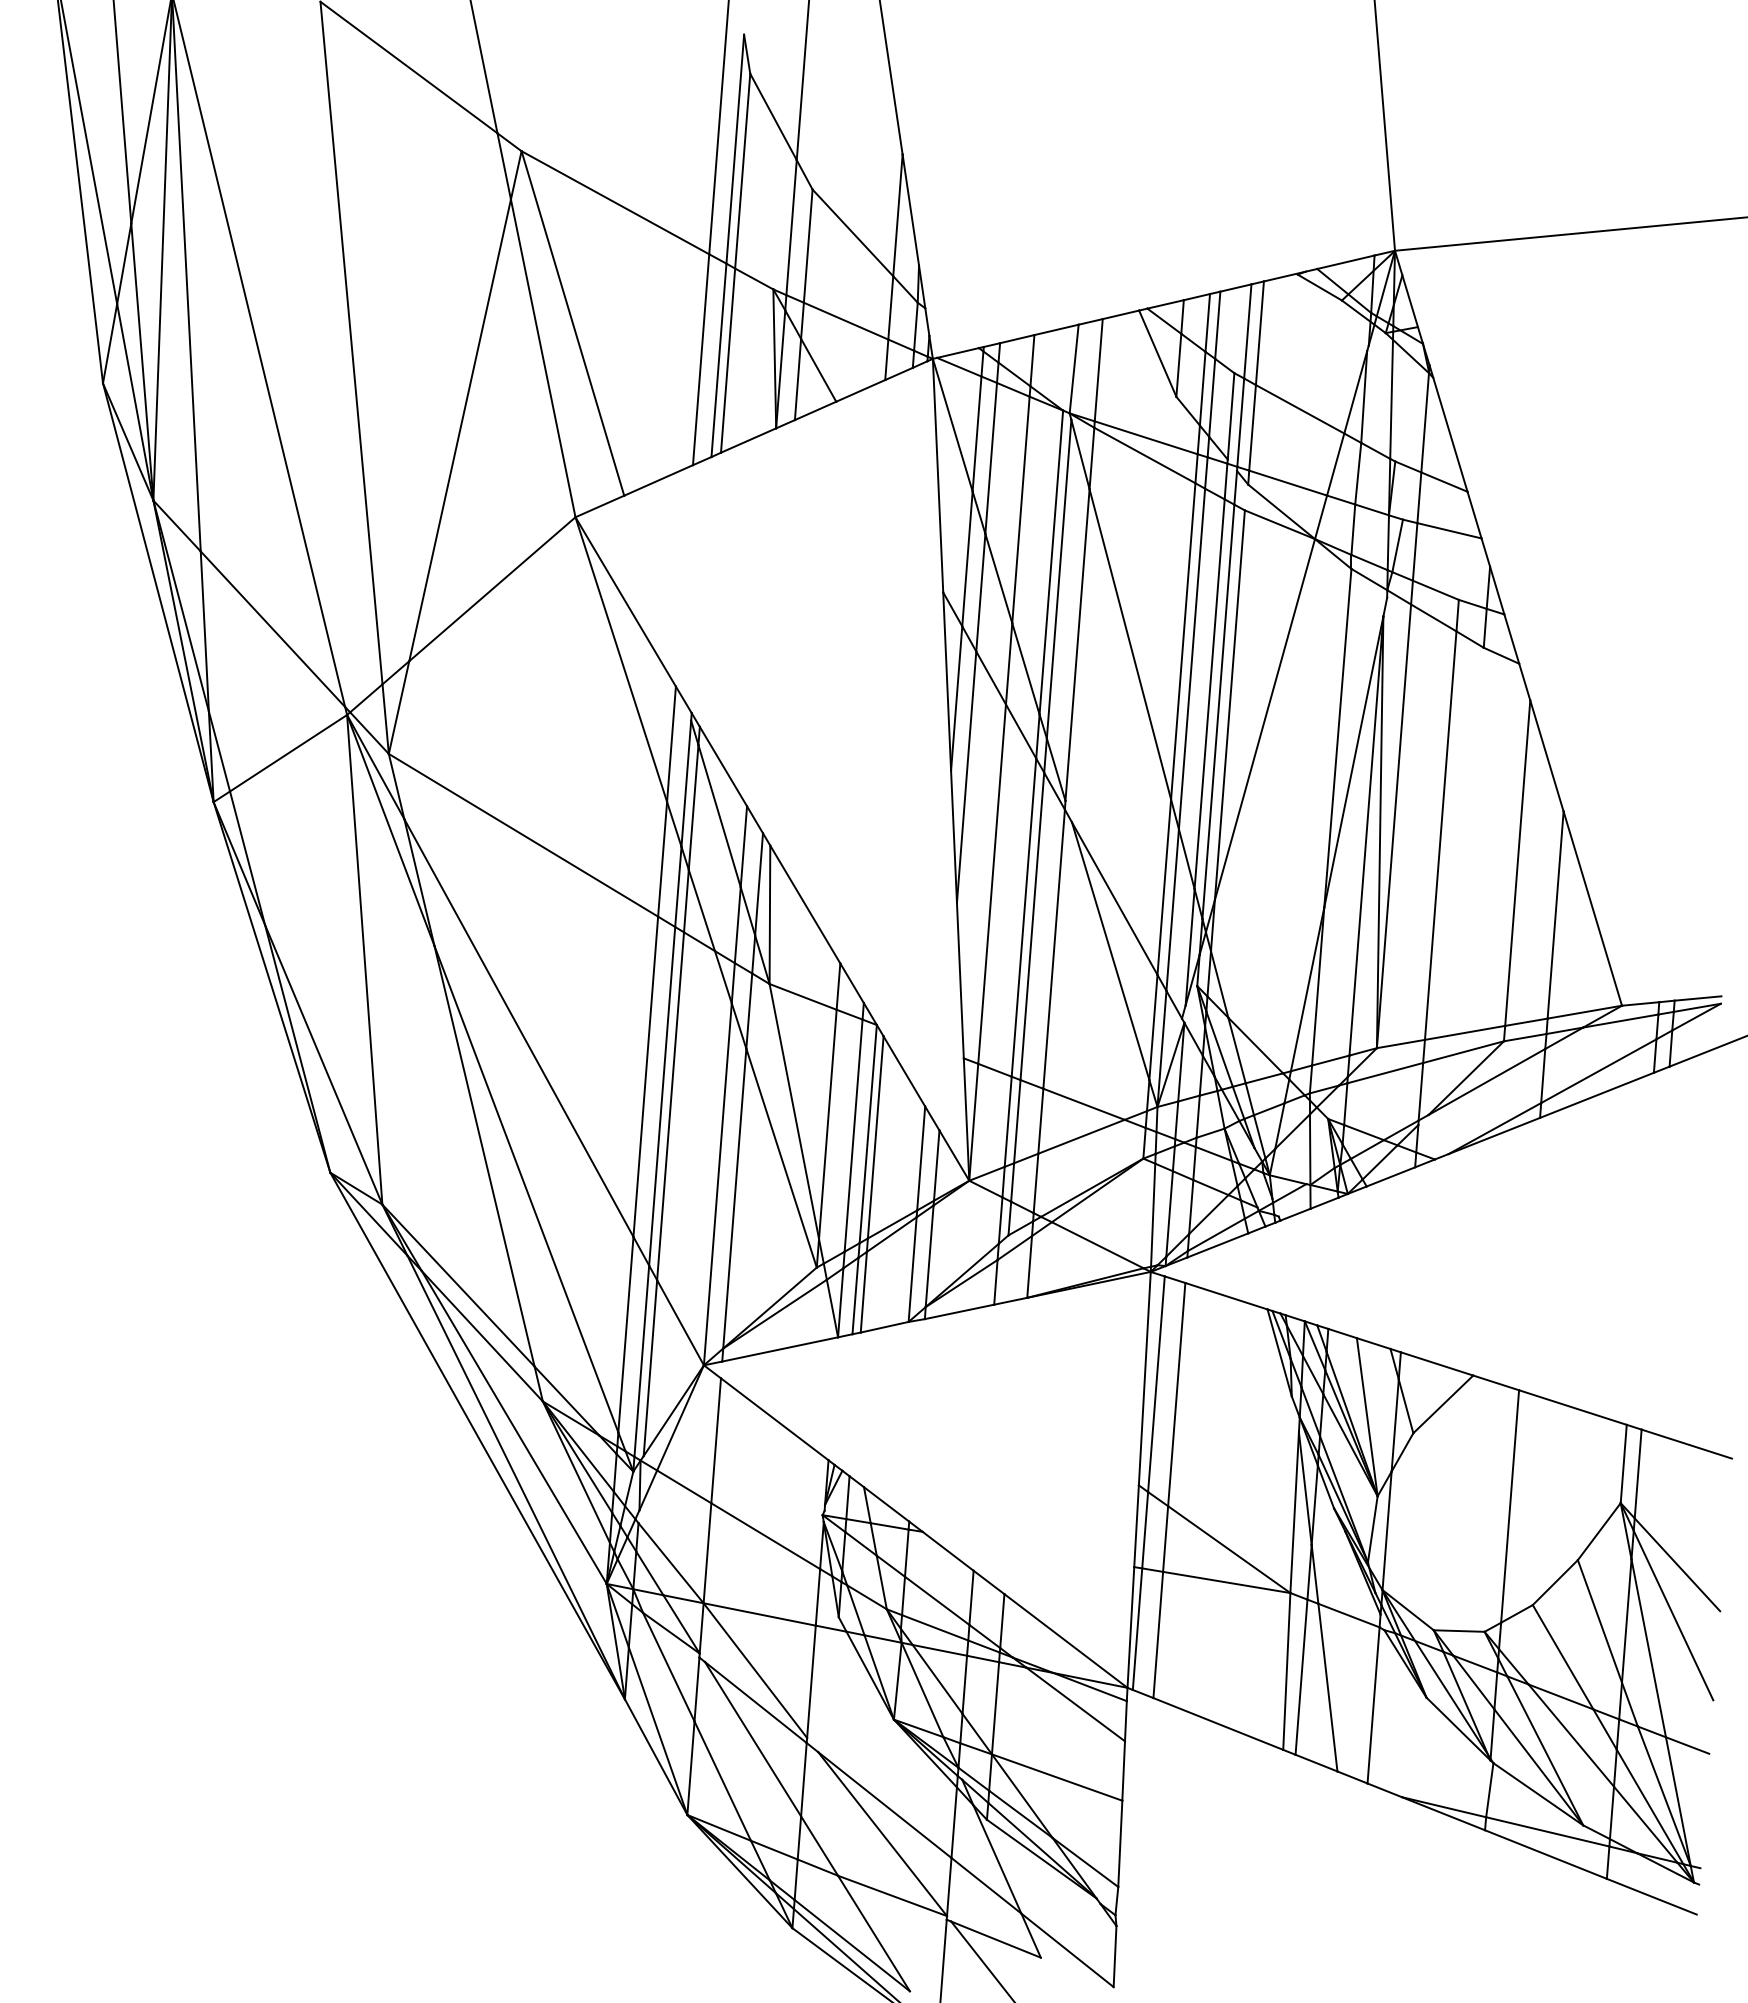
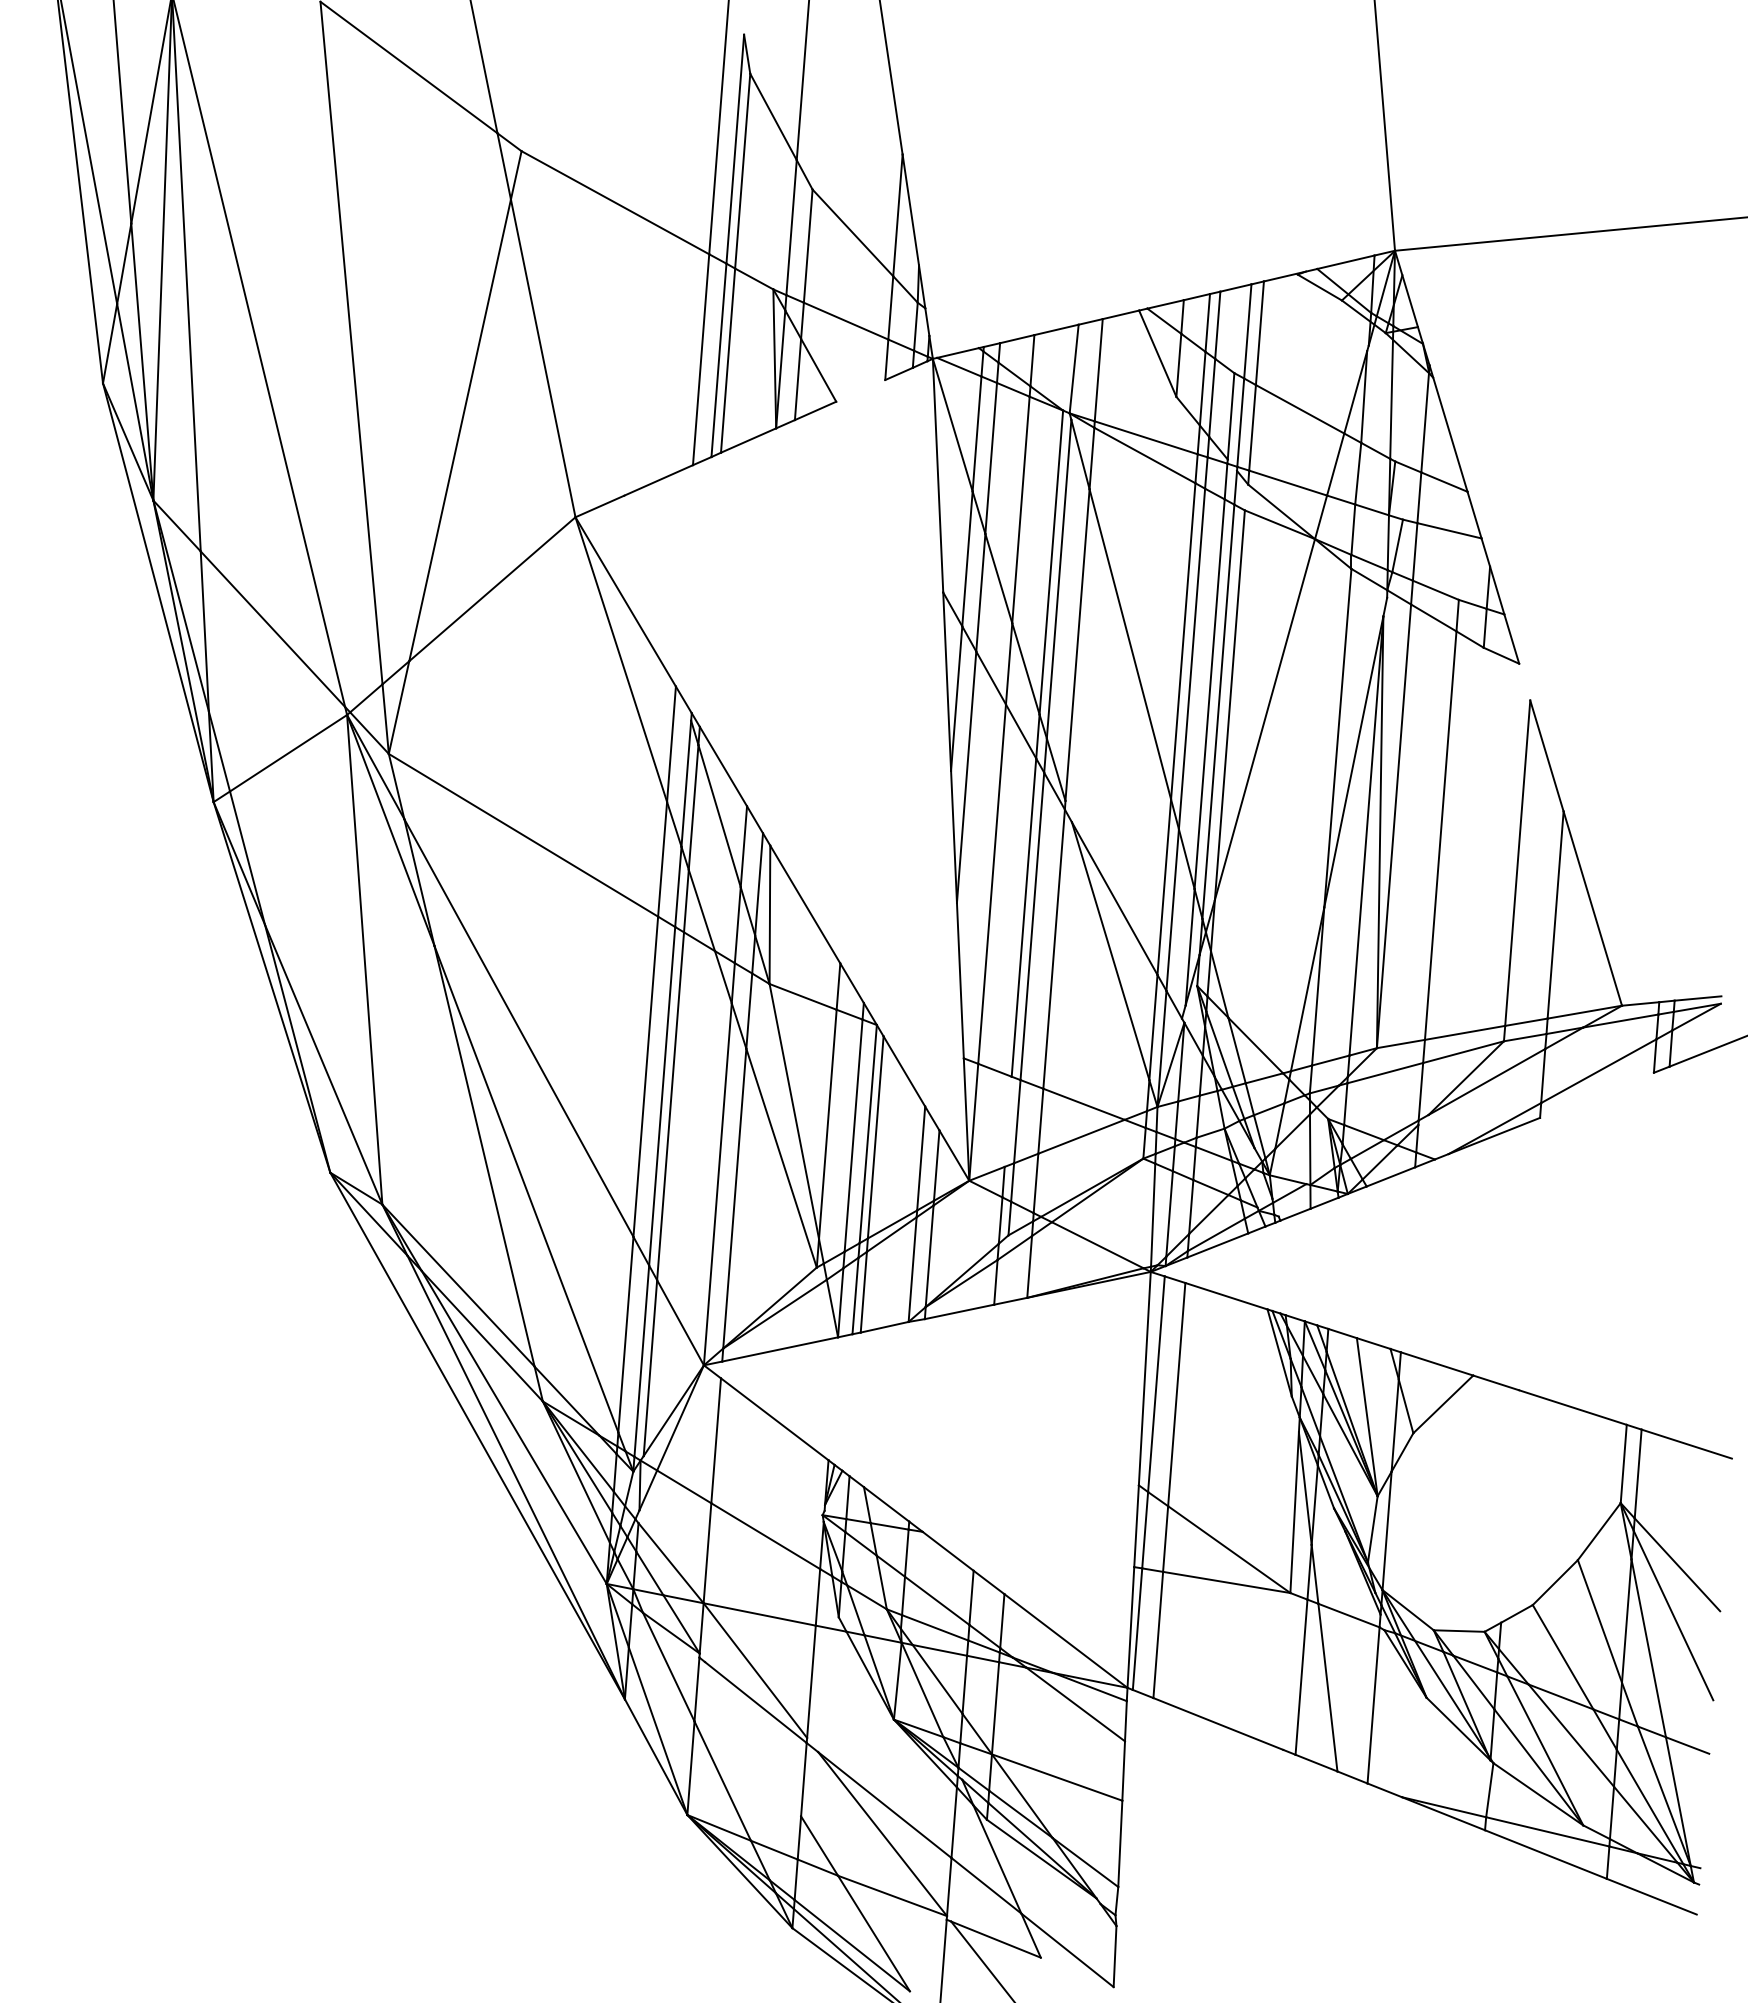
line at (572, 323): present -> none
line at (860, 390): present -> none
line at (1524, 681): present -> none
line at (1596, 1094): present -> none
line at (1007, 1121): present -> none
line at (1510, 1506): present -> none
line at (1286, 1671): present -> none
line at (753, 1739): present -> none
